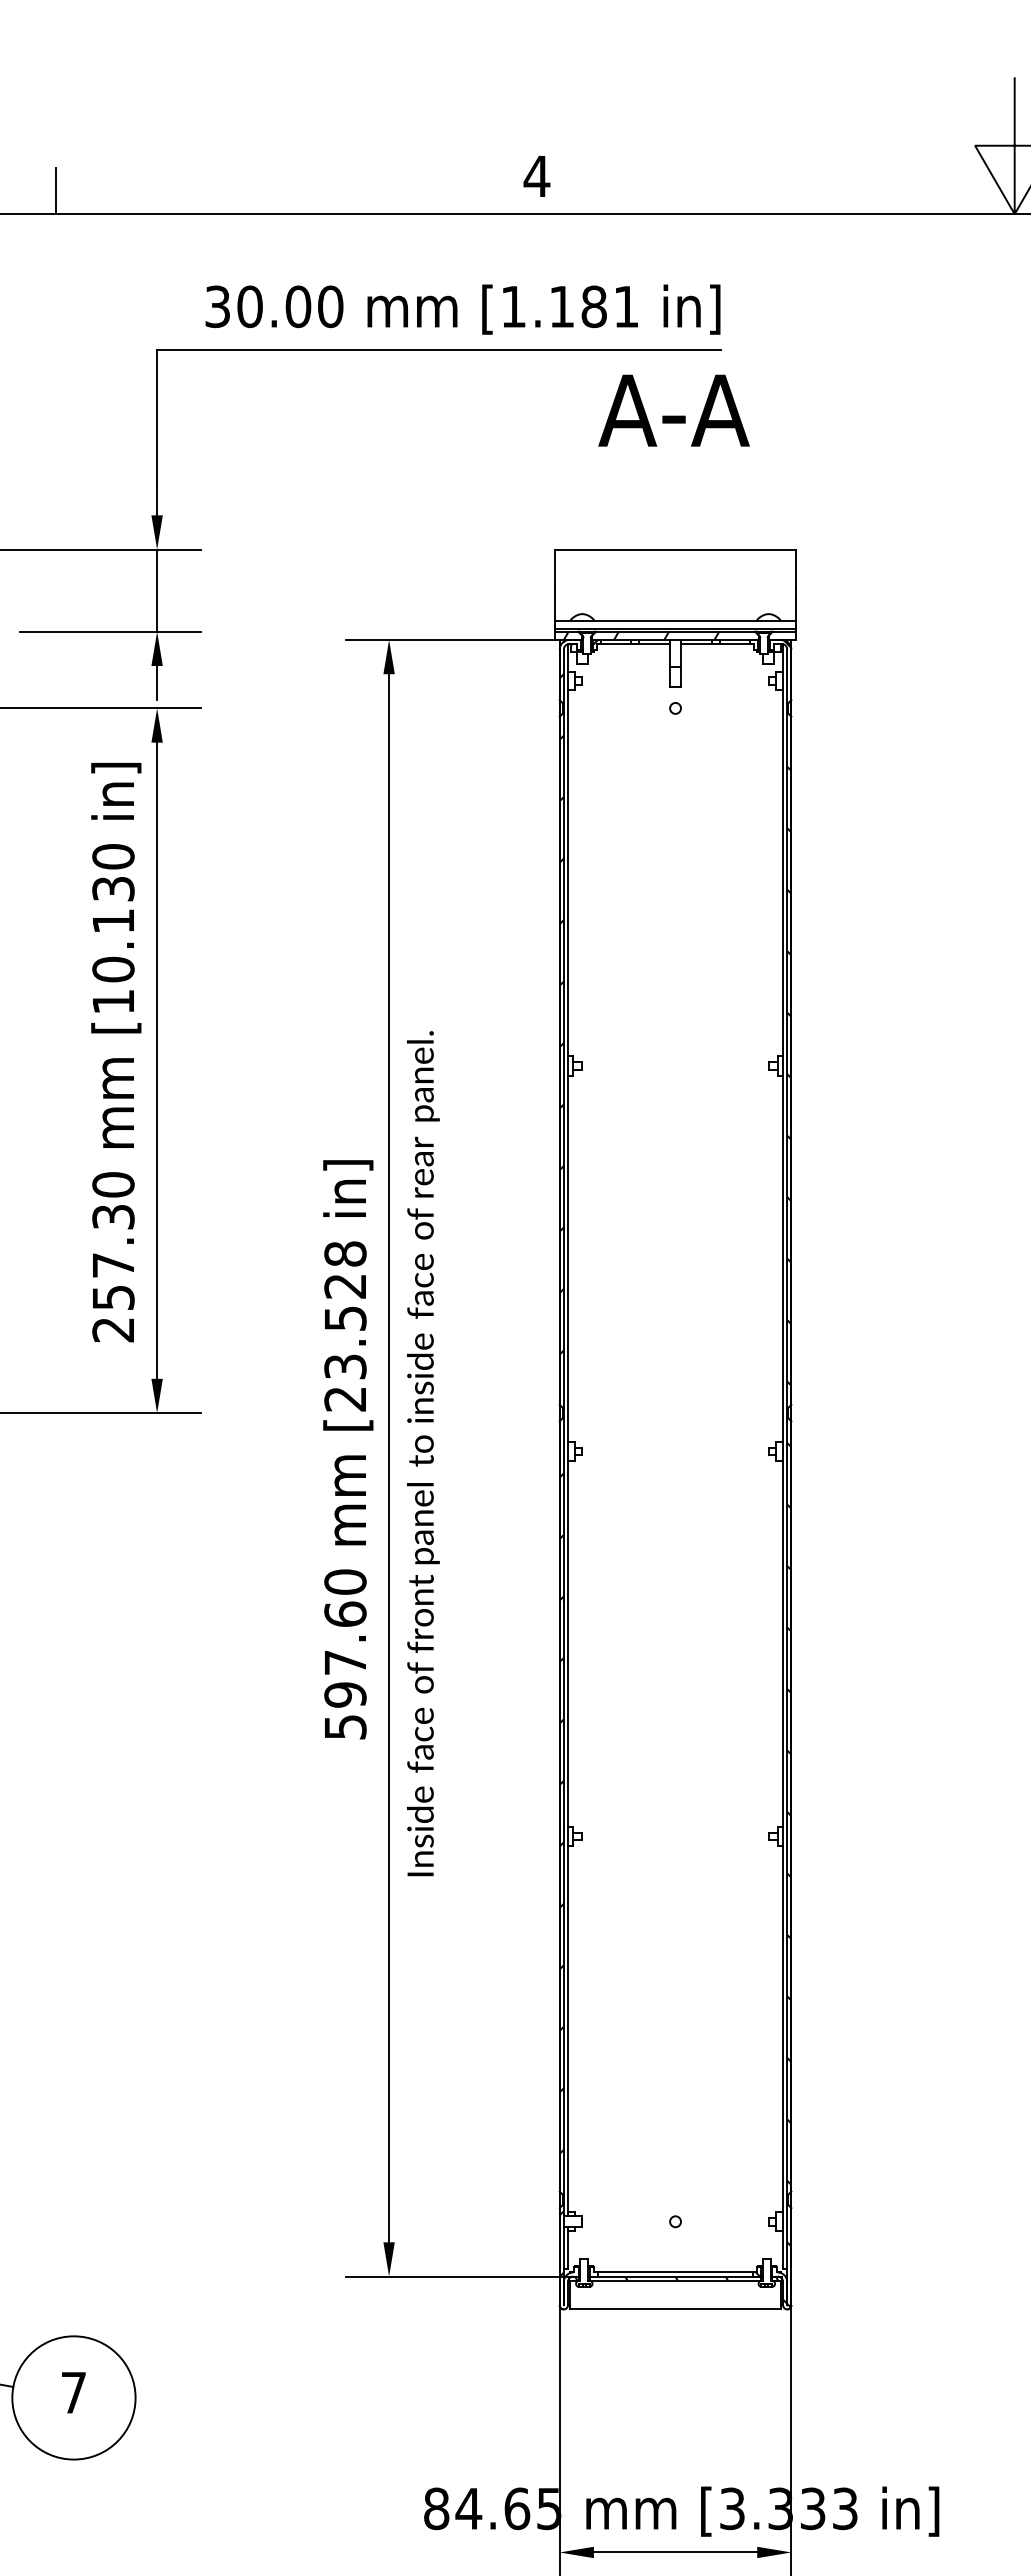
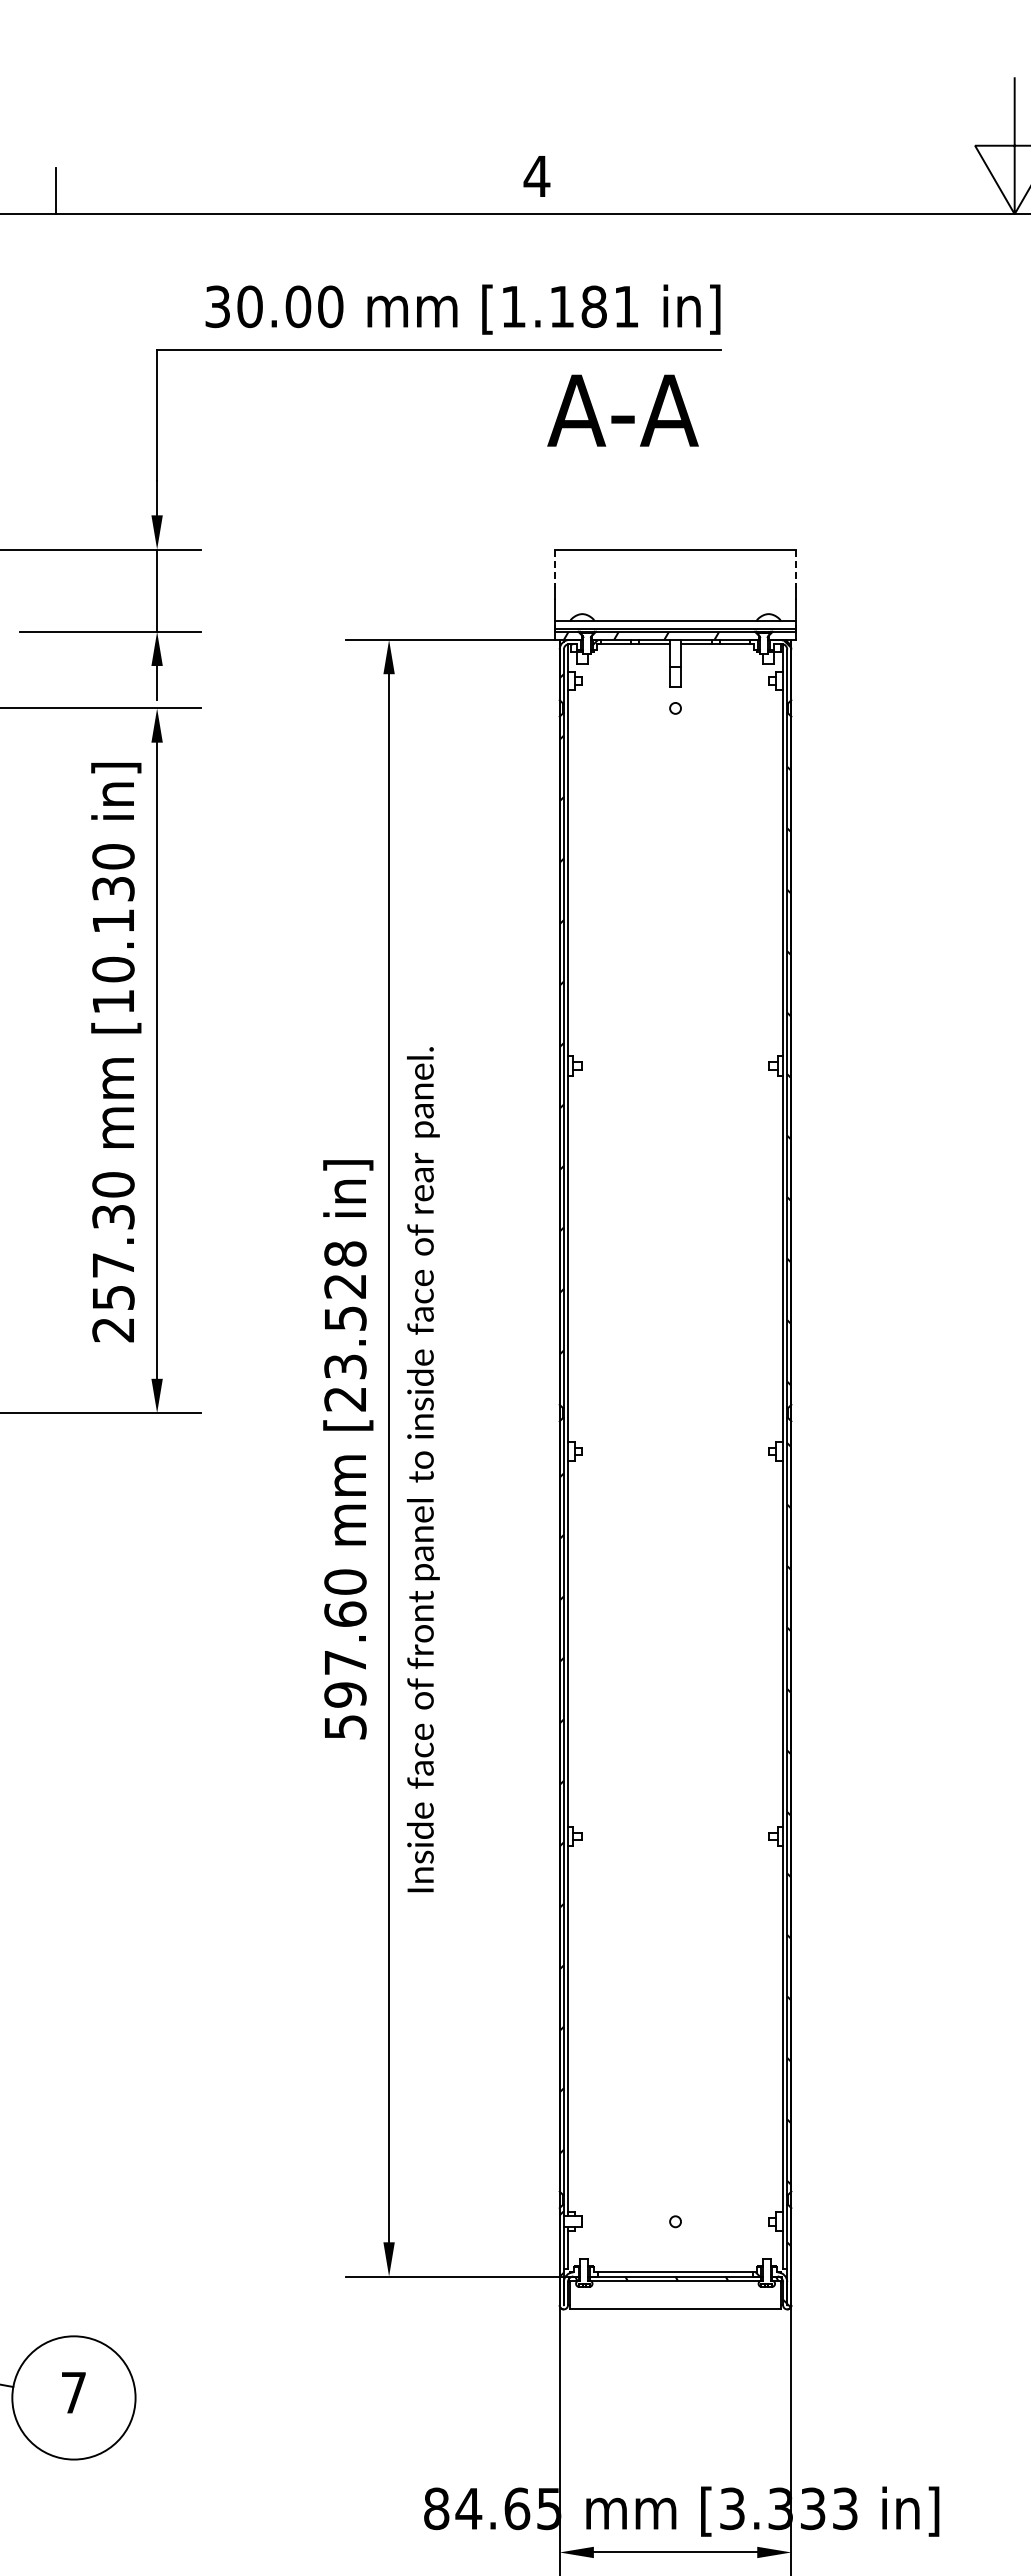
text at (673, 410) position: (673, 410) -> (622, 410)
line at (554, 569): solid -> dashed
line at (796, 569): solid -> dashed
text at (423, 1453) position: (423, 1453) -> (423, 1469)
